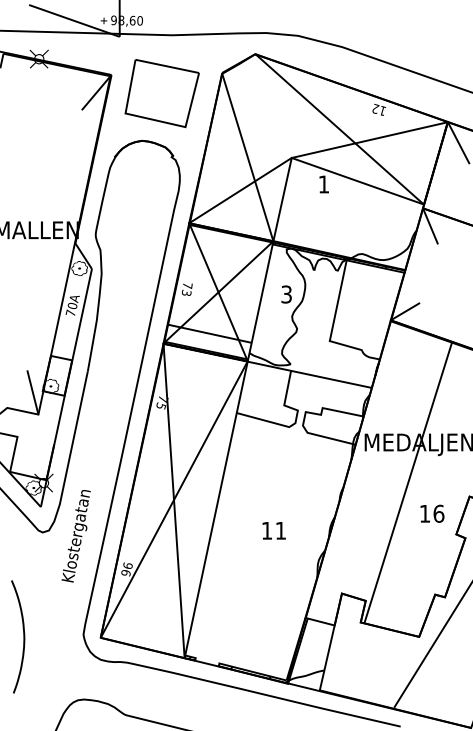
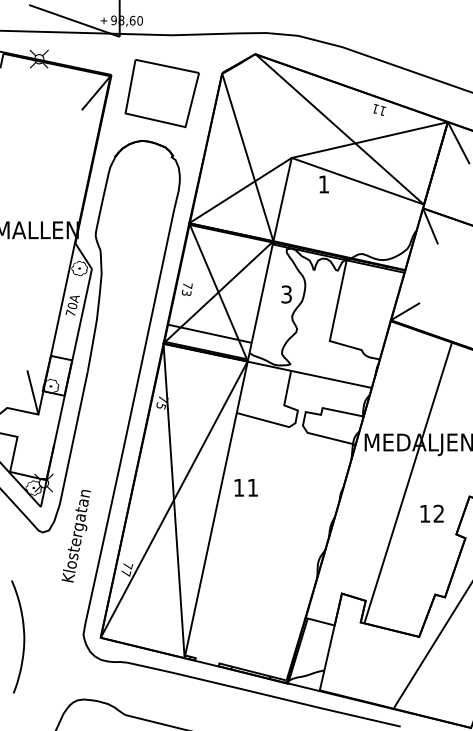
text at (375, 109): 12 -> 11
text at (438, 513): 16 -> 12
text at (273, 530) position: (273, 530) -> (245, 487)
text at (127, 569): 96 -> 77
